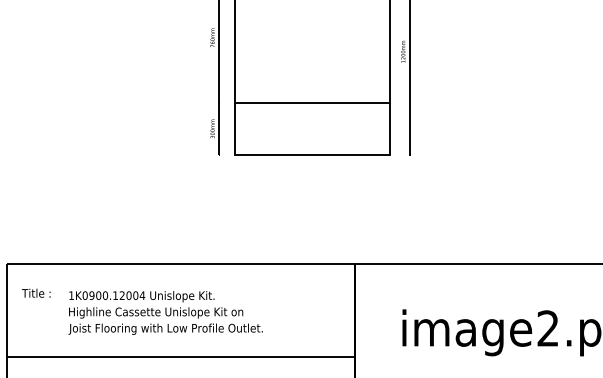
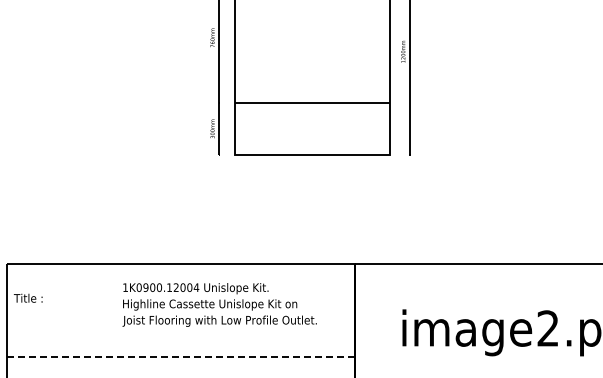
text at (36, 292) position: (36, 292) -> (28, 297)
text at (165, 312) position: (165, 312) -> (219, 304)
line at (181, 356): solid -> dashed
